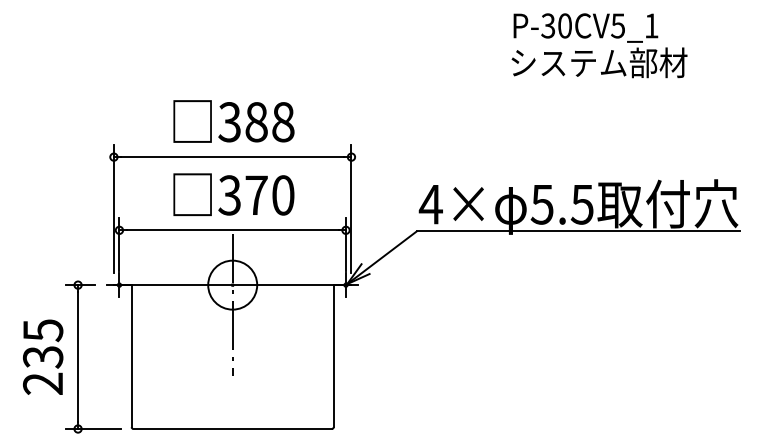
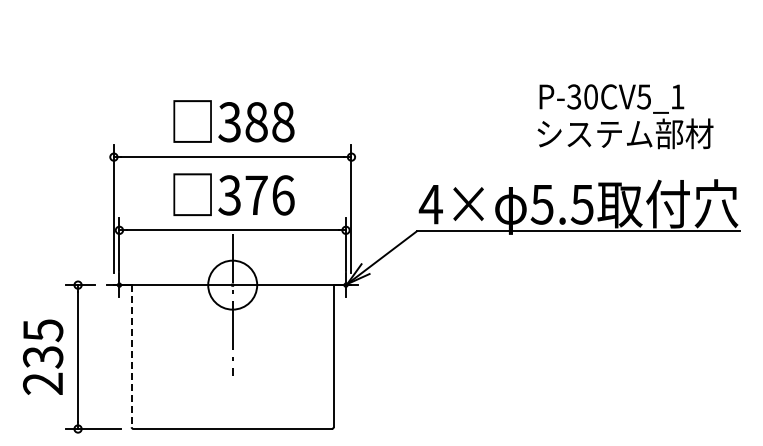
text at (599, 45) position: (599, 45) -> (625, 116)
text at (283, 195): 370 -> 376
line at (131, 356): solid -> dashed
